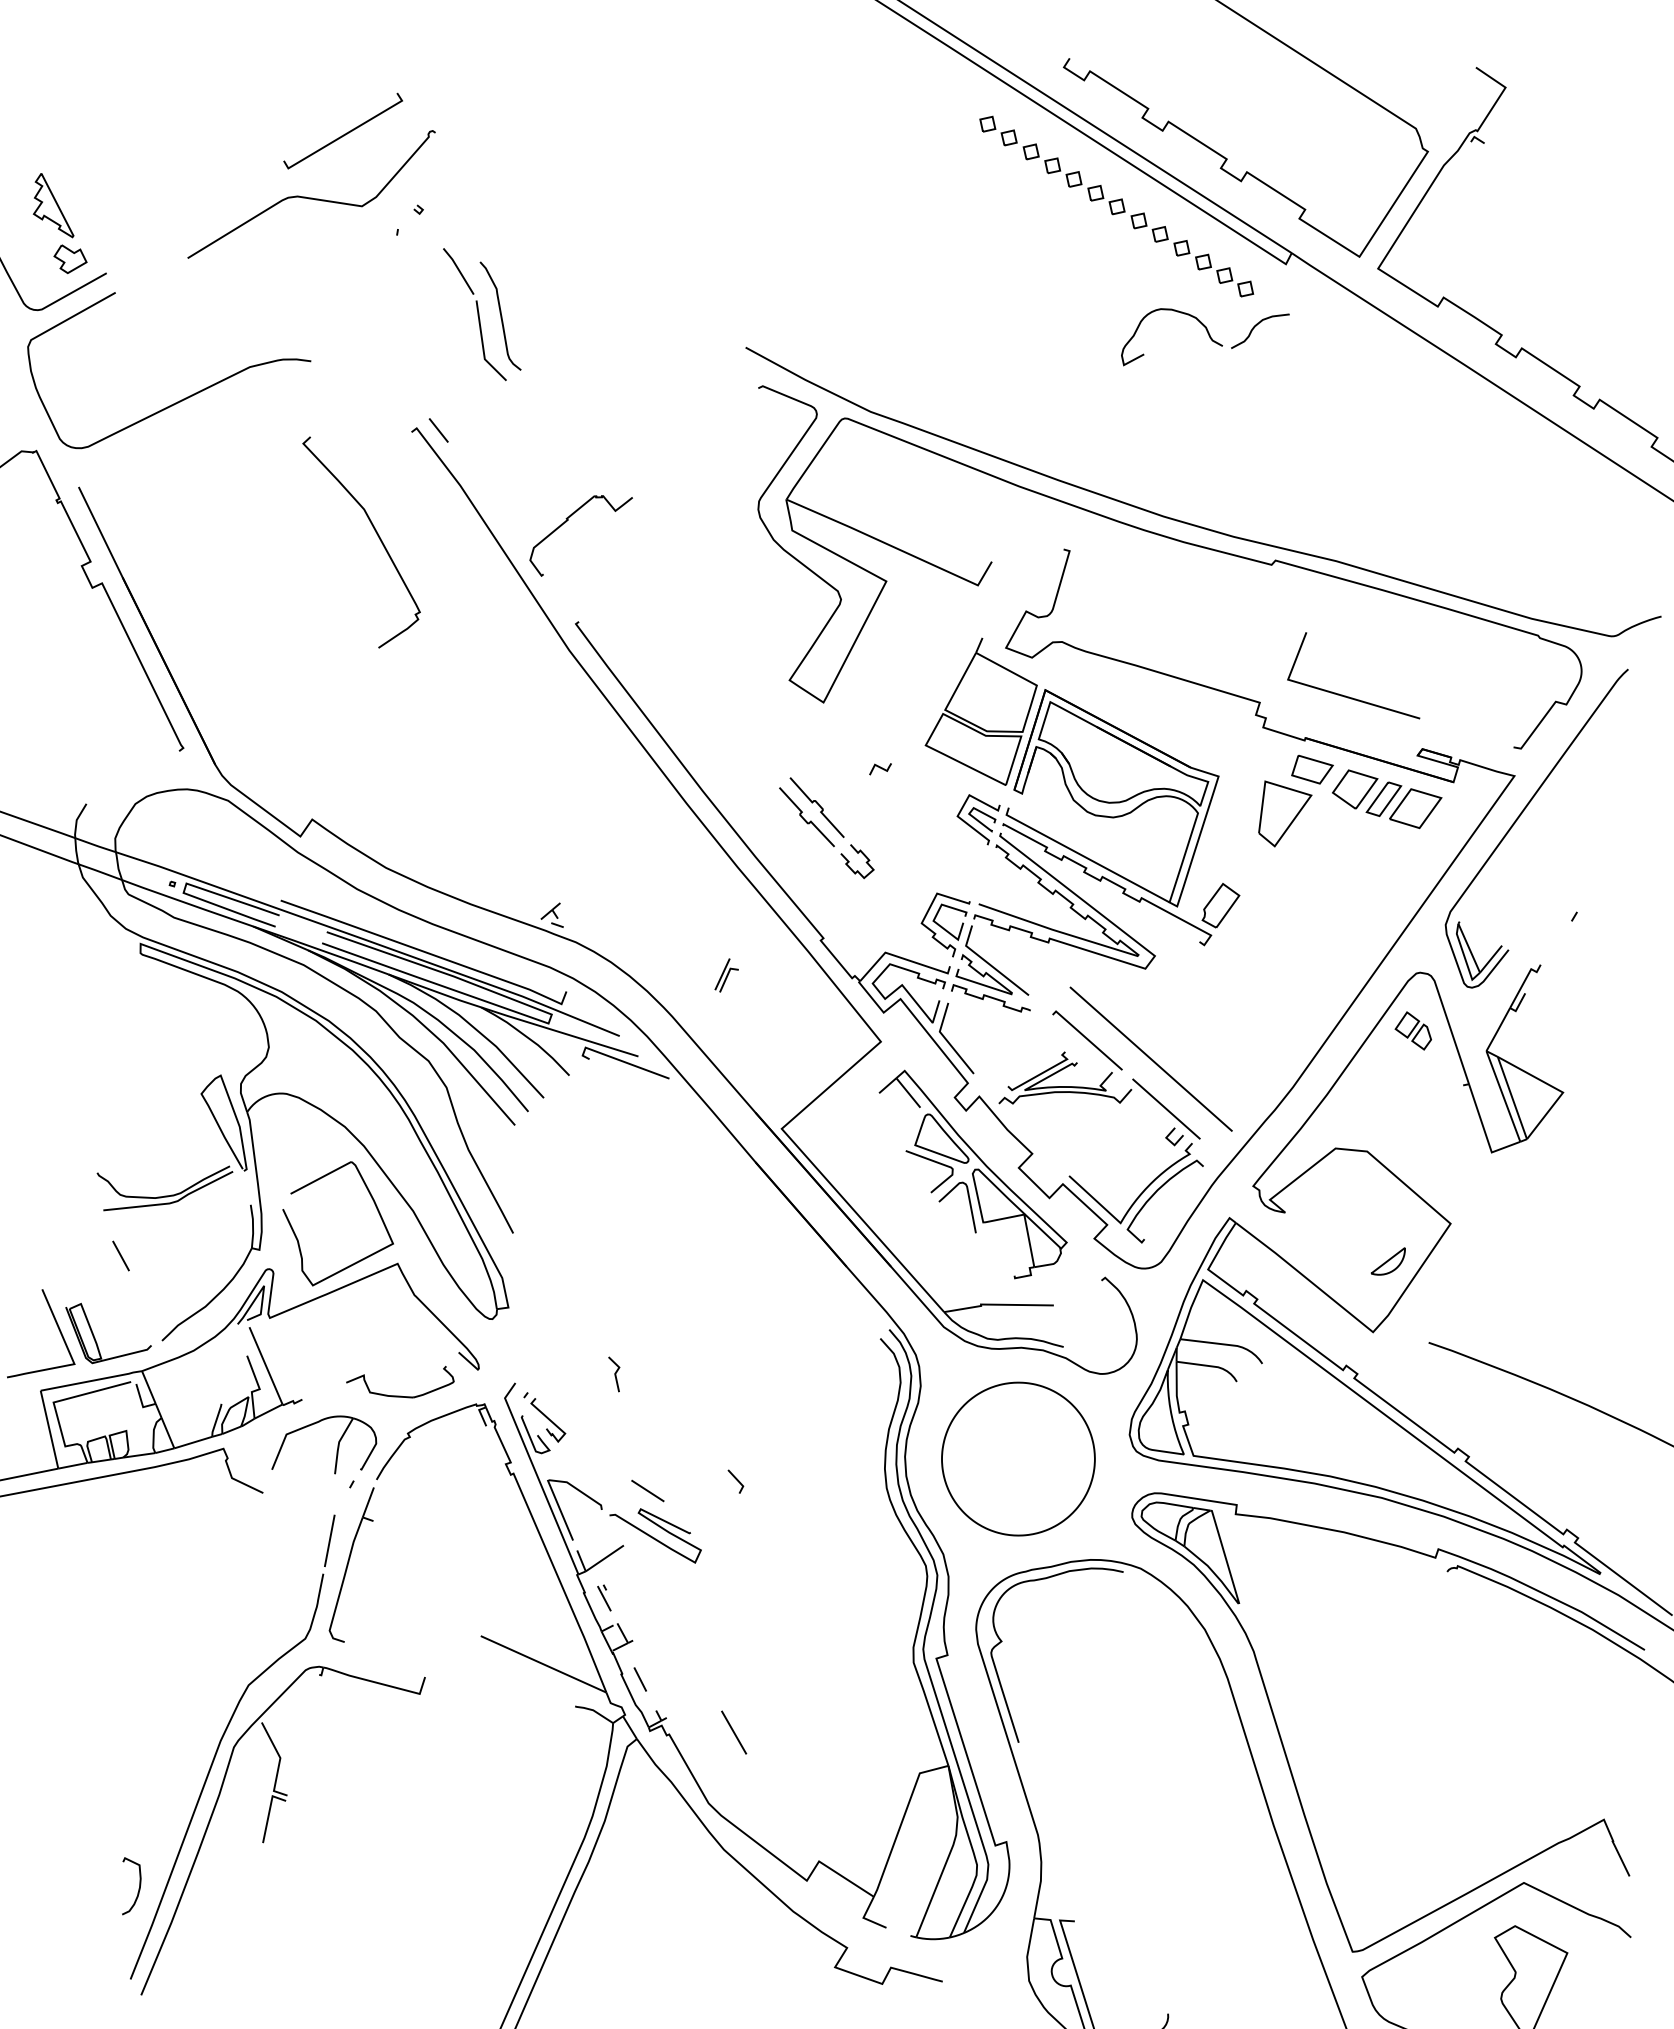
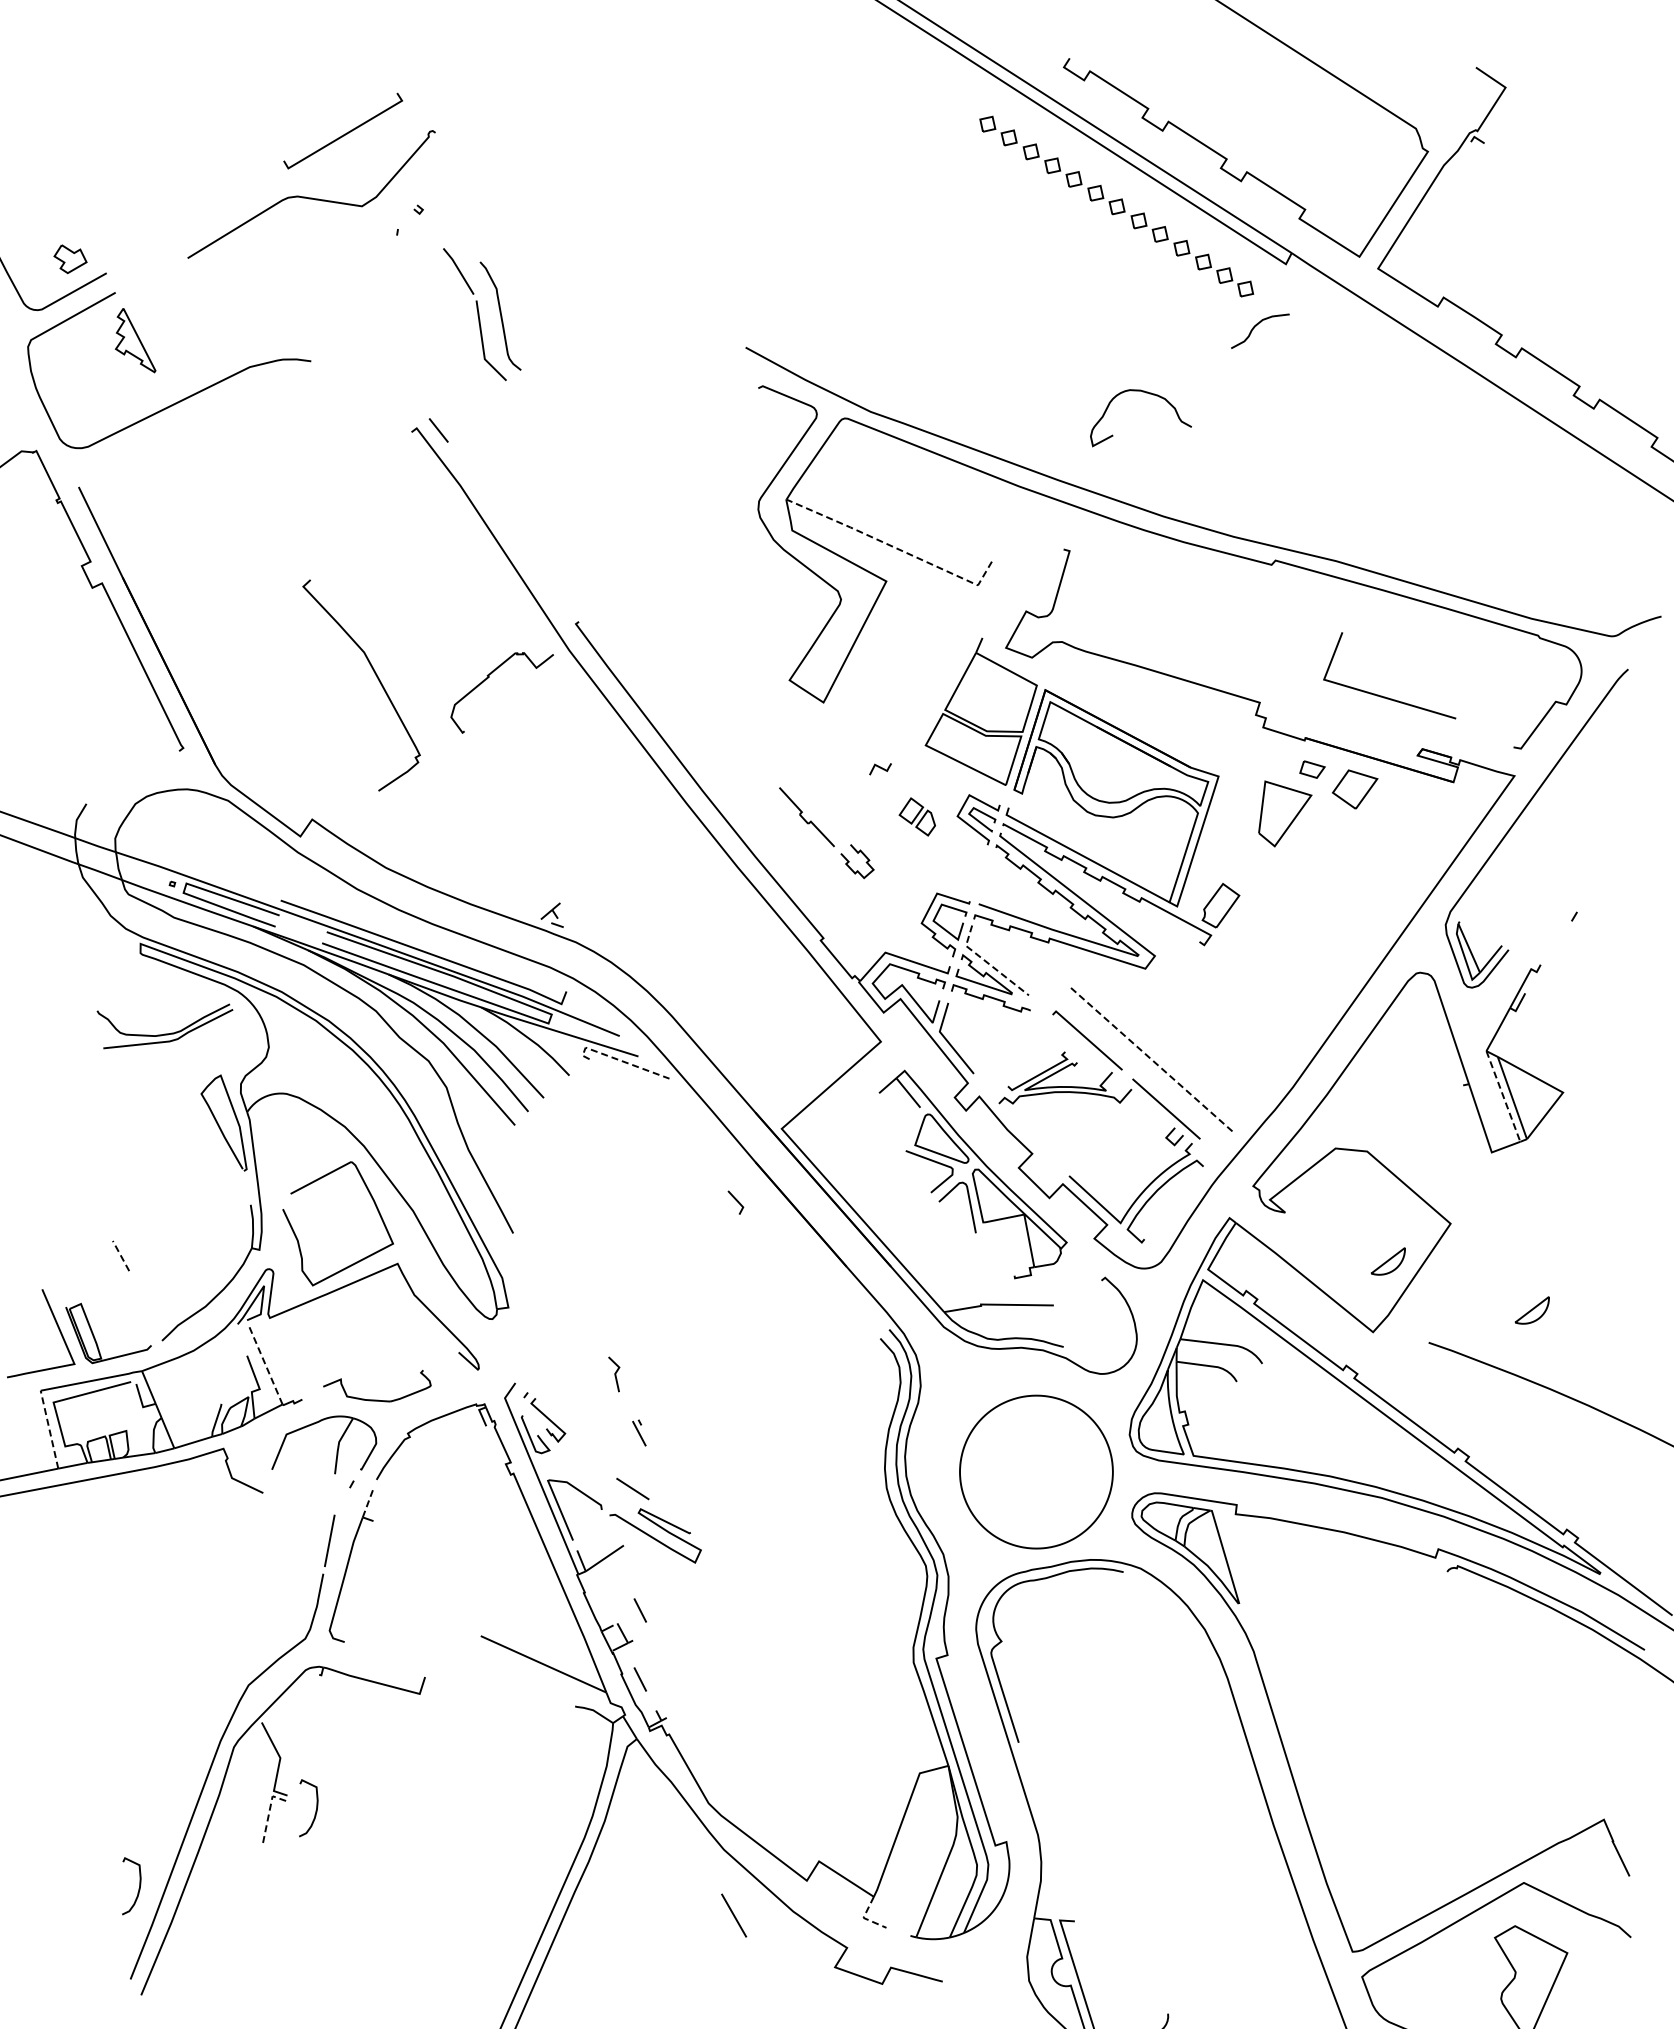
part at (53, 205) position: (53, 205) -> (135, 340)
curve at (1180, 313) position: (1180, 313) -> (1149, 394)
curve at (567, 521) position: (567, 521) -> (488, 678)
curve at (376, 534) position: (376, 534) -> (376, 677)
line at (894, 547): solid -> dashed
line at (1349, 696) position: (1349, 696) -> (1385, 696)
part at (1312, 769) size: 43x31 px -> 27x19 px
curve at (818, 805): present -> none
part at (1403, 805): present -> none
line at (988, 963): solid -> dashed
part at (726, 975): present -> none
part at (1412, 1030) position: (1412, 1030) -> (916, 816)
line at (1151, 1059): solid -> dashed
line at (619, 1060): solid -> dashed
line at (1503, 1096): solid -> dashed
part at (164, 1195) position: (164, 1195) -> (164, 1033)
line at (120, 1255): solid -> dashed
part at (1531, 1310): none -> present
line at (265, 1365): solid -> dashed
part at (400, 1395) position: (400, 1395) -> (377, 1399)
line at (49, 1429): solid -> dashed
part at (1018, 1458) position: (1018, 1458) -> (1036, 1471)
line at (736, 1480) position: (736, 1480) -> (736, 1201)
line at (647, 1490) position: (647, 1490) -> (632, 1488)
line at (368, 1502): solid -> dashed
part at (604, 1597) position: (604, 1597) -> (639, 1432)
line at (639, 1610): none -> present
line at (734, 1732) position: (734, 1732) -> (734, 1915)
curve at (315, 1810): none -> present
line at (269, 1811): solid -> dashed
line at (864, 1918): solid -> dashed
